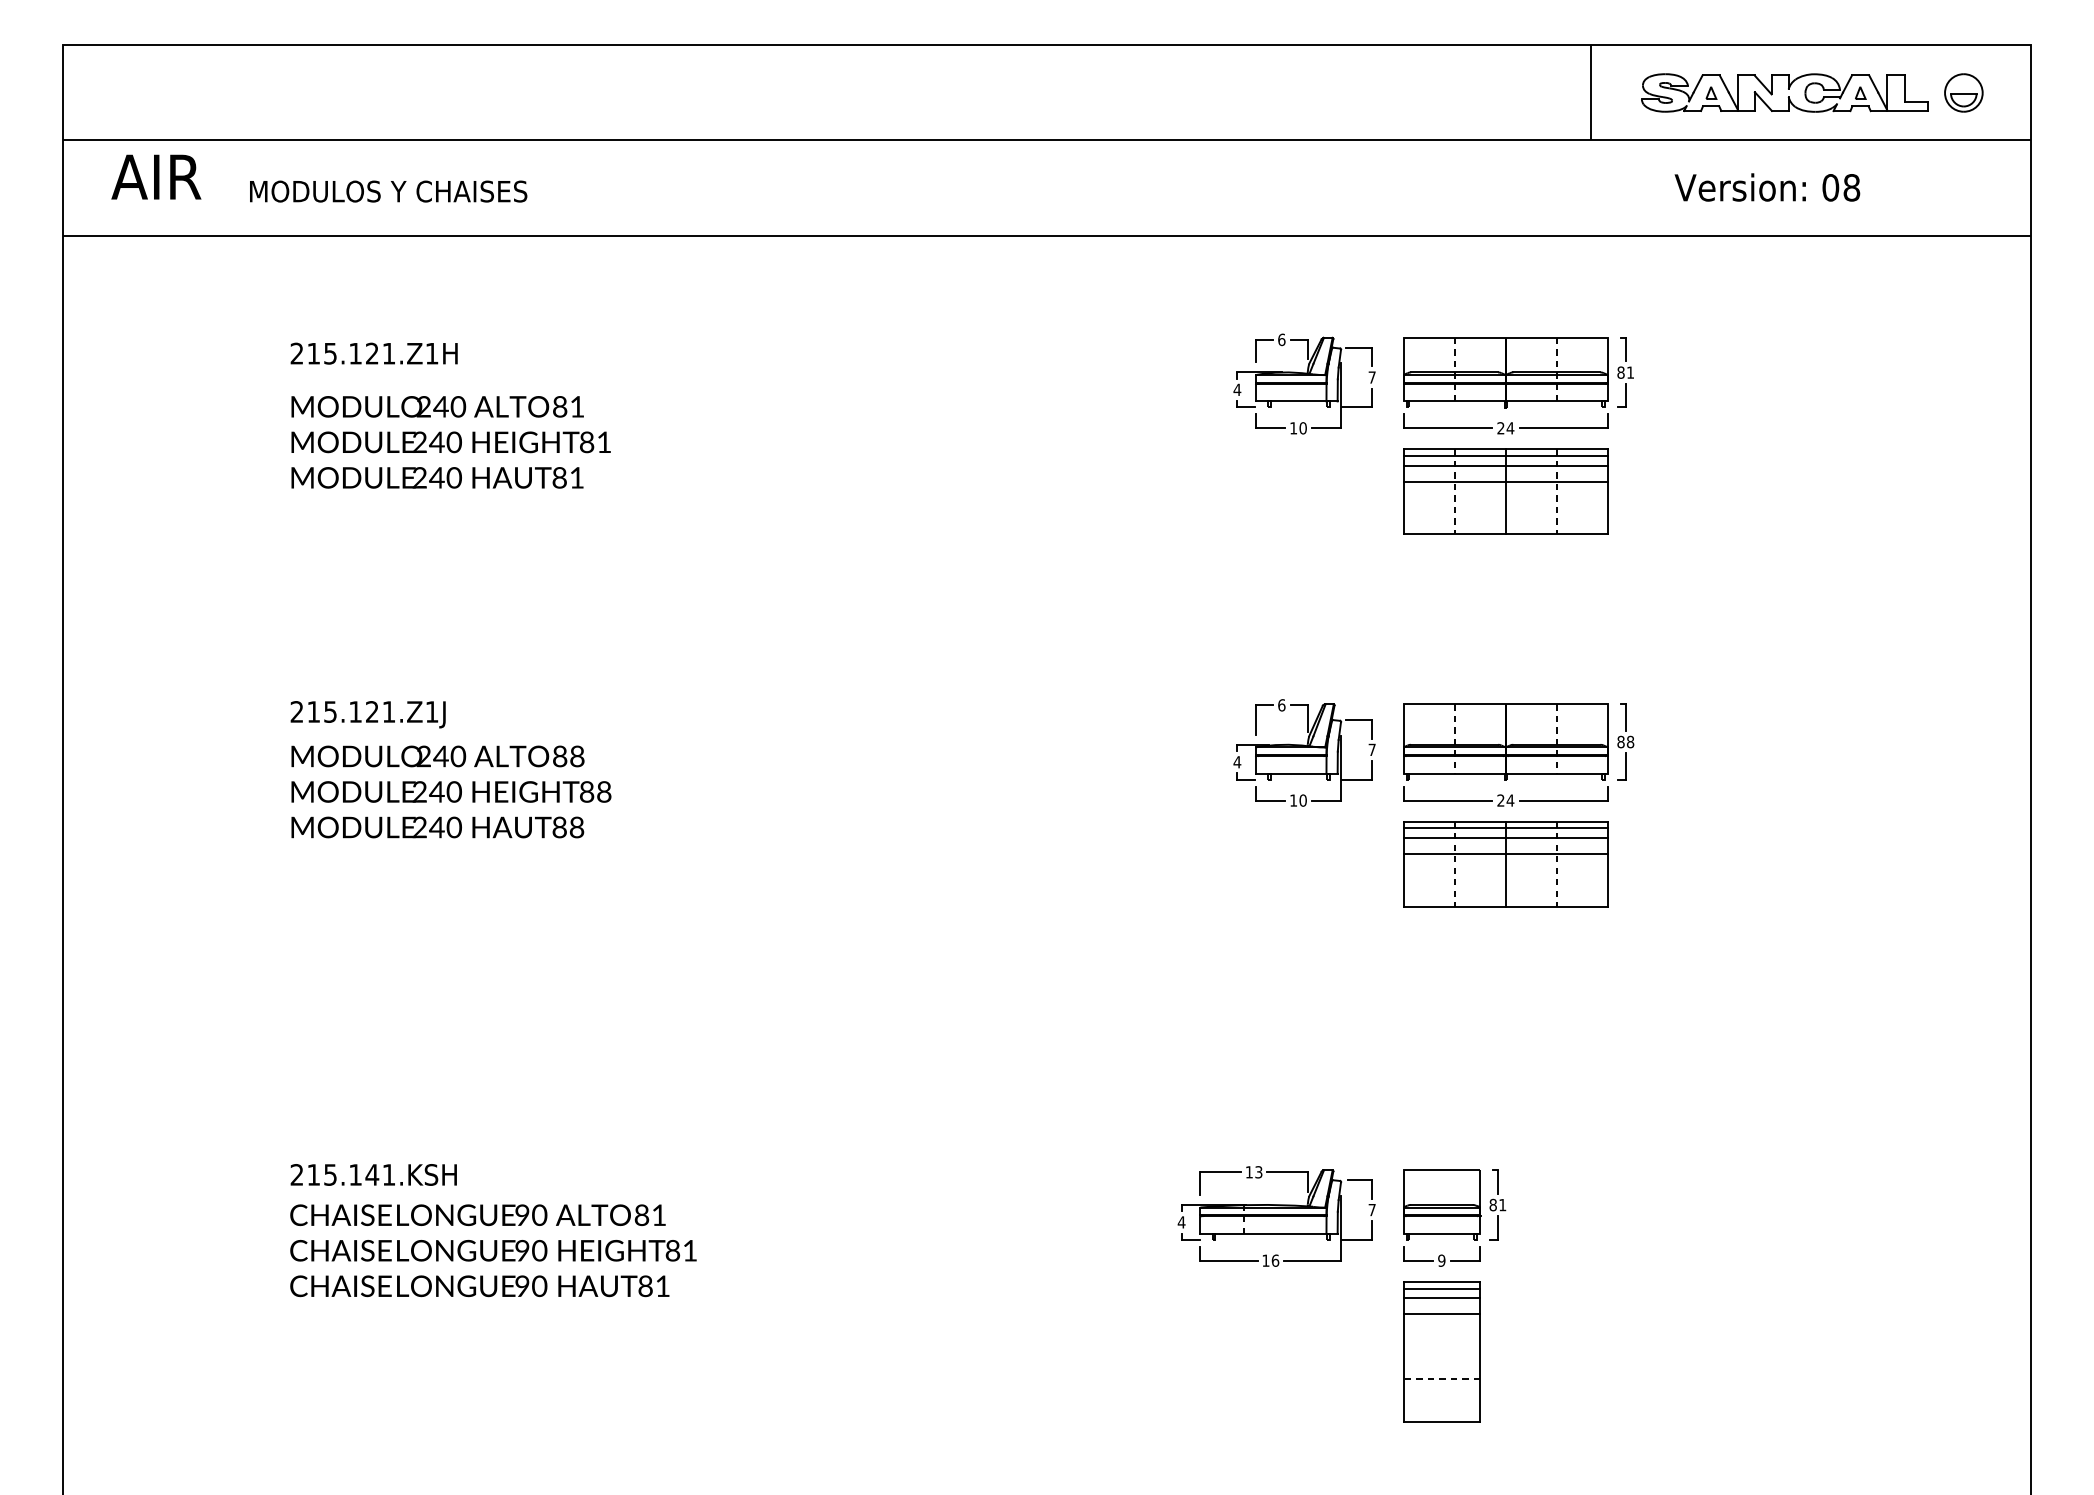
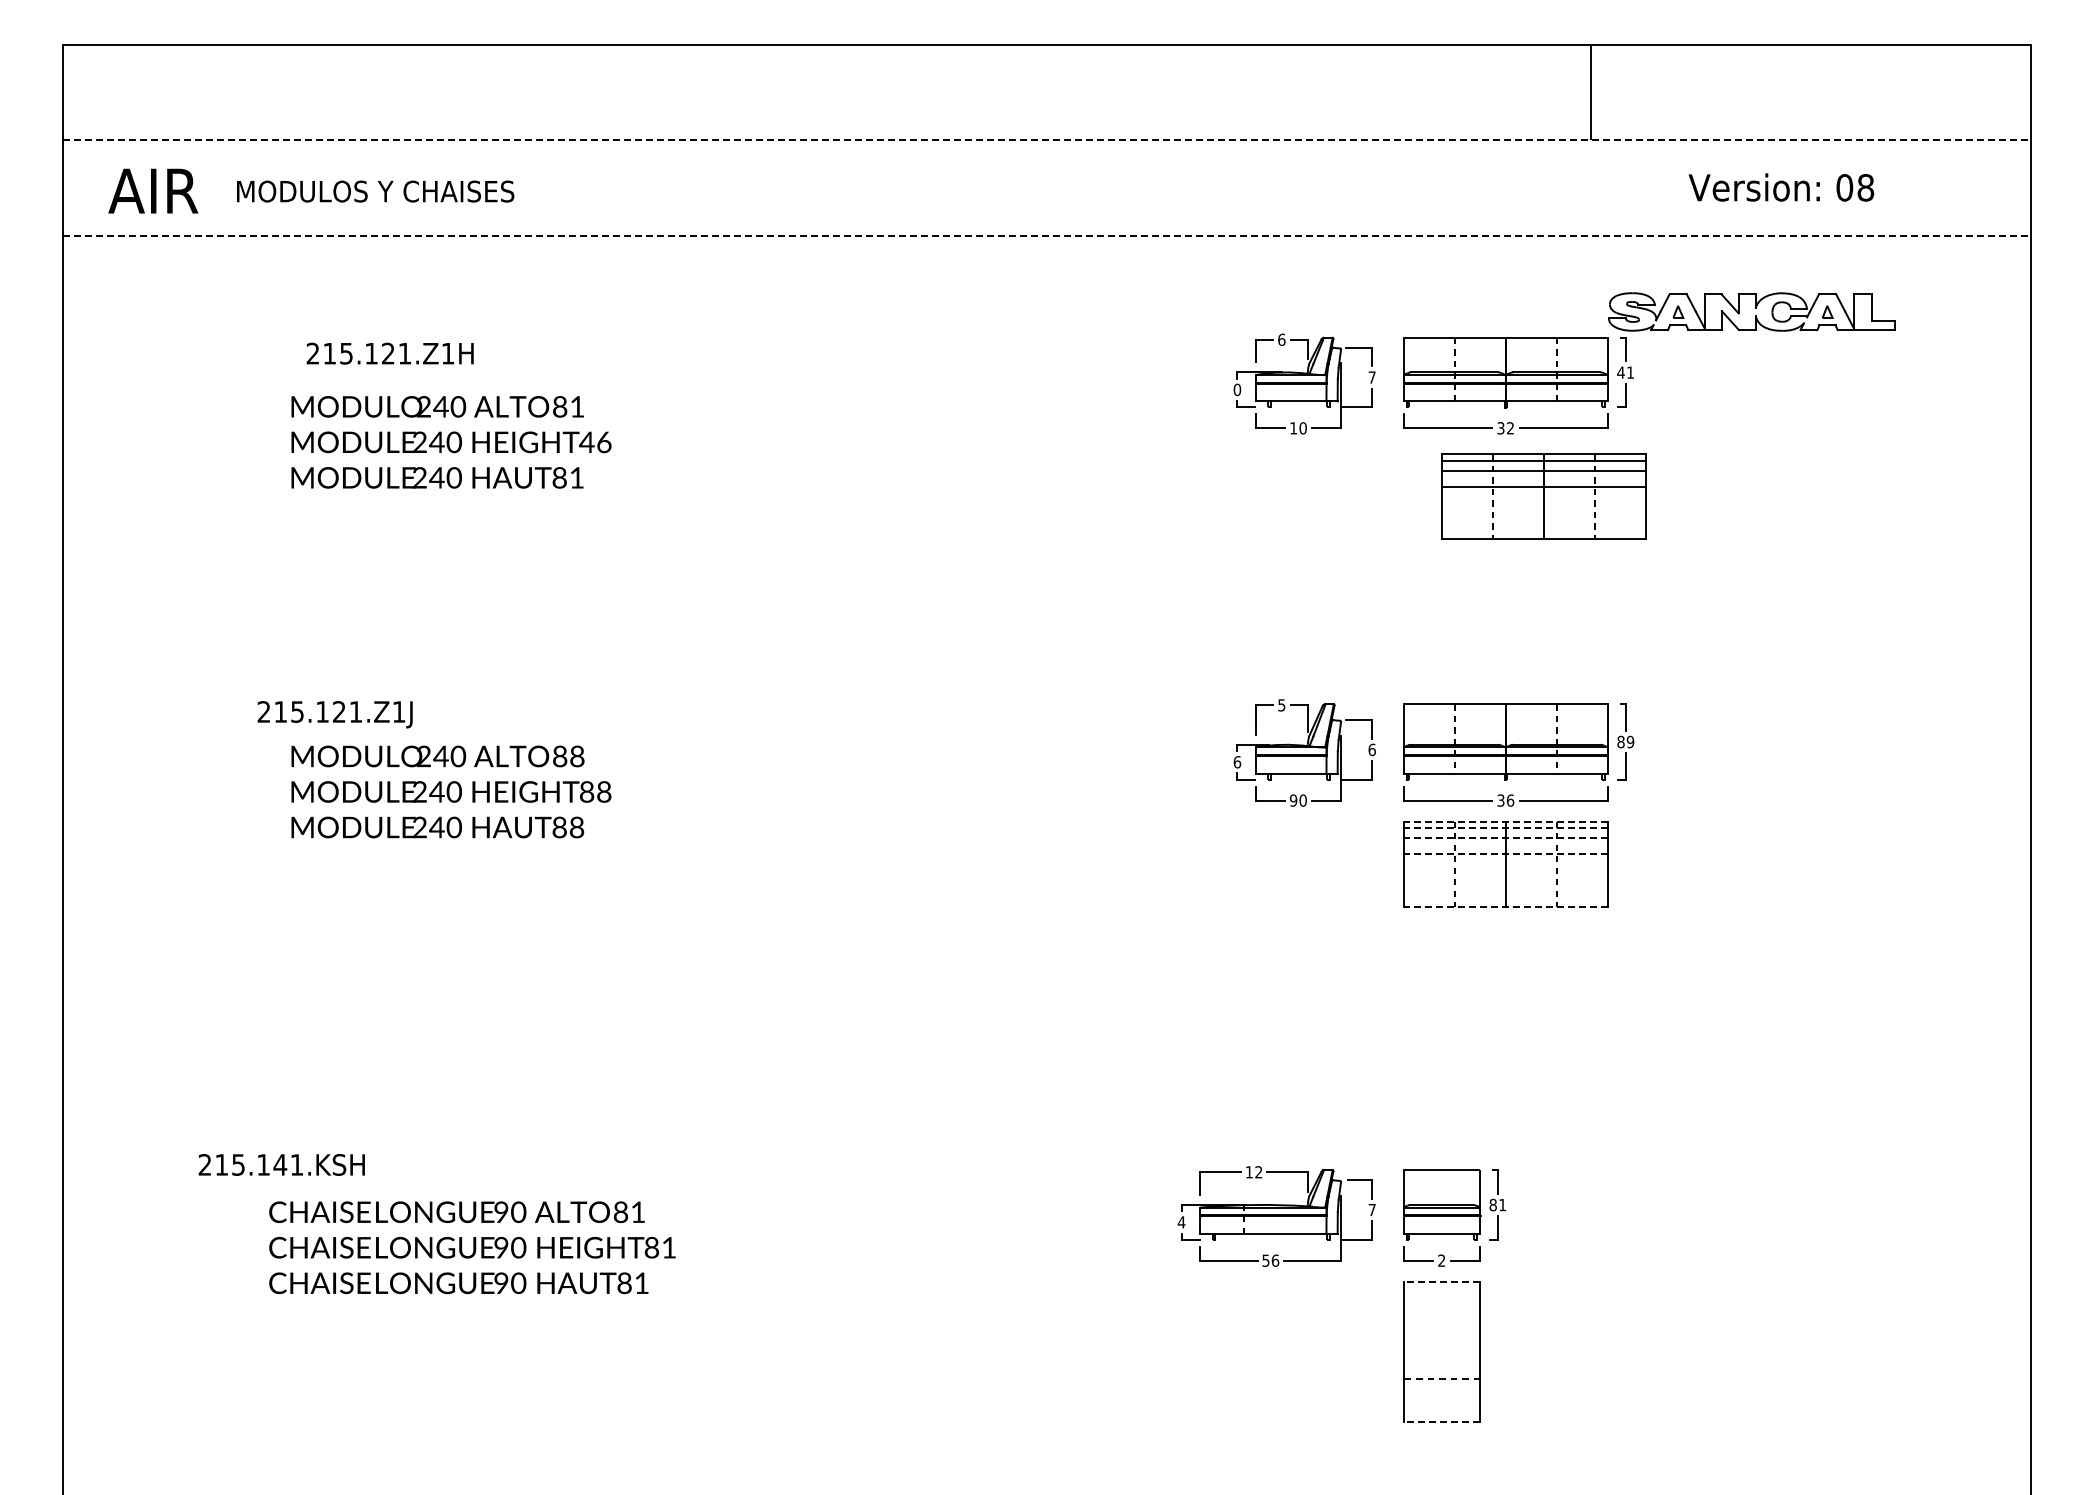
part at (1784, 92) position: (1784, 92) -> (1751, 311)
part at (1963, 92): present -> none
line at (1047, 140): solid -> dashed
text at (156, 176) position: (156, 176) -> (153, 190)
text at (1767, 187) position: (1767, 187) -> (1781, 187)
text at (388, 191) position: (388, 191) -> (375, 191)
line at (1047, 236): solid -> dashed
text at (373, 353) position: (373, 353) -> (389, 353)
text at (1620, 372): 81 -> 41
text at (1237, 389): 4 -> 0
text at (1505, 428): 24 -> 32
text at (594, 442): 81 -> 46
part at (1505, 491) position: (1505, 491) -> (1543, 496)
text at (1281, 705): 6 -> 5
text at (367, 714) position: (367, 714) -> (334, 714)
text at (1630, 742): 88 -> 89
text at (1371, 749): 7 -> 6
text at (1237, 762): 4 -> 6
text at (1293, 800): 10 -> 90
text at (1505, 800): 24 -> 36
line at (1505, 821): solid -> dashed
line at (1505, 828): solid -> dashed
line at (1505, 837): solid -> dashed
line at (1505, 854): solid -> dashed
line at (1505, 906): solid -> dashed
text at (1258, 1172): 13 -> 12
text at (373, 1174) position: (373, 1174) -> (281, 1164)
text at (493, 1250) position: (493, 1250) -> (472, 1247)
text at (1265, 1260): 16 -> 56
text at (1441, 1260): 9 -> 2
line at (1441, 1281): solid -> dashed
line at (1441, 1288): present -> none
line at (1441, 1298): present -> none
line at (1441, 1314): present -> none
line at (1441, 1422): solid -> dashed
